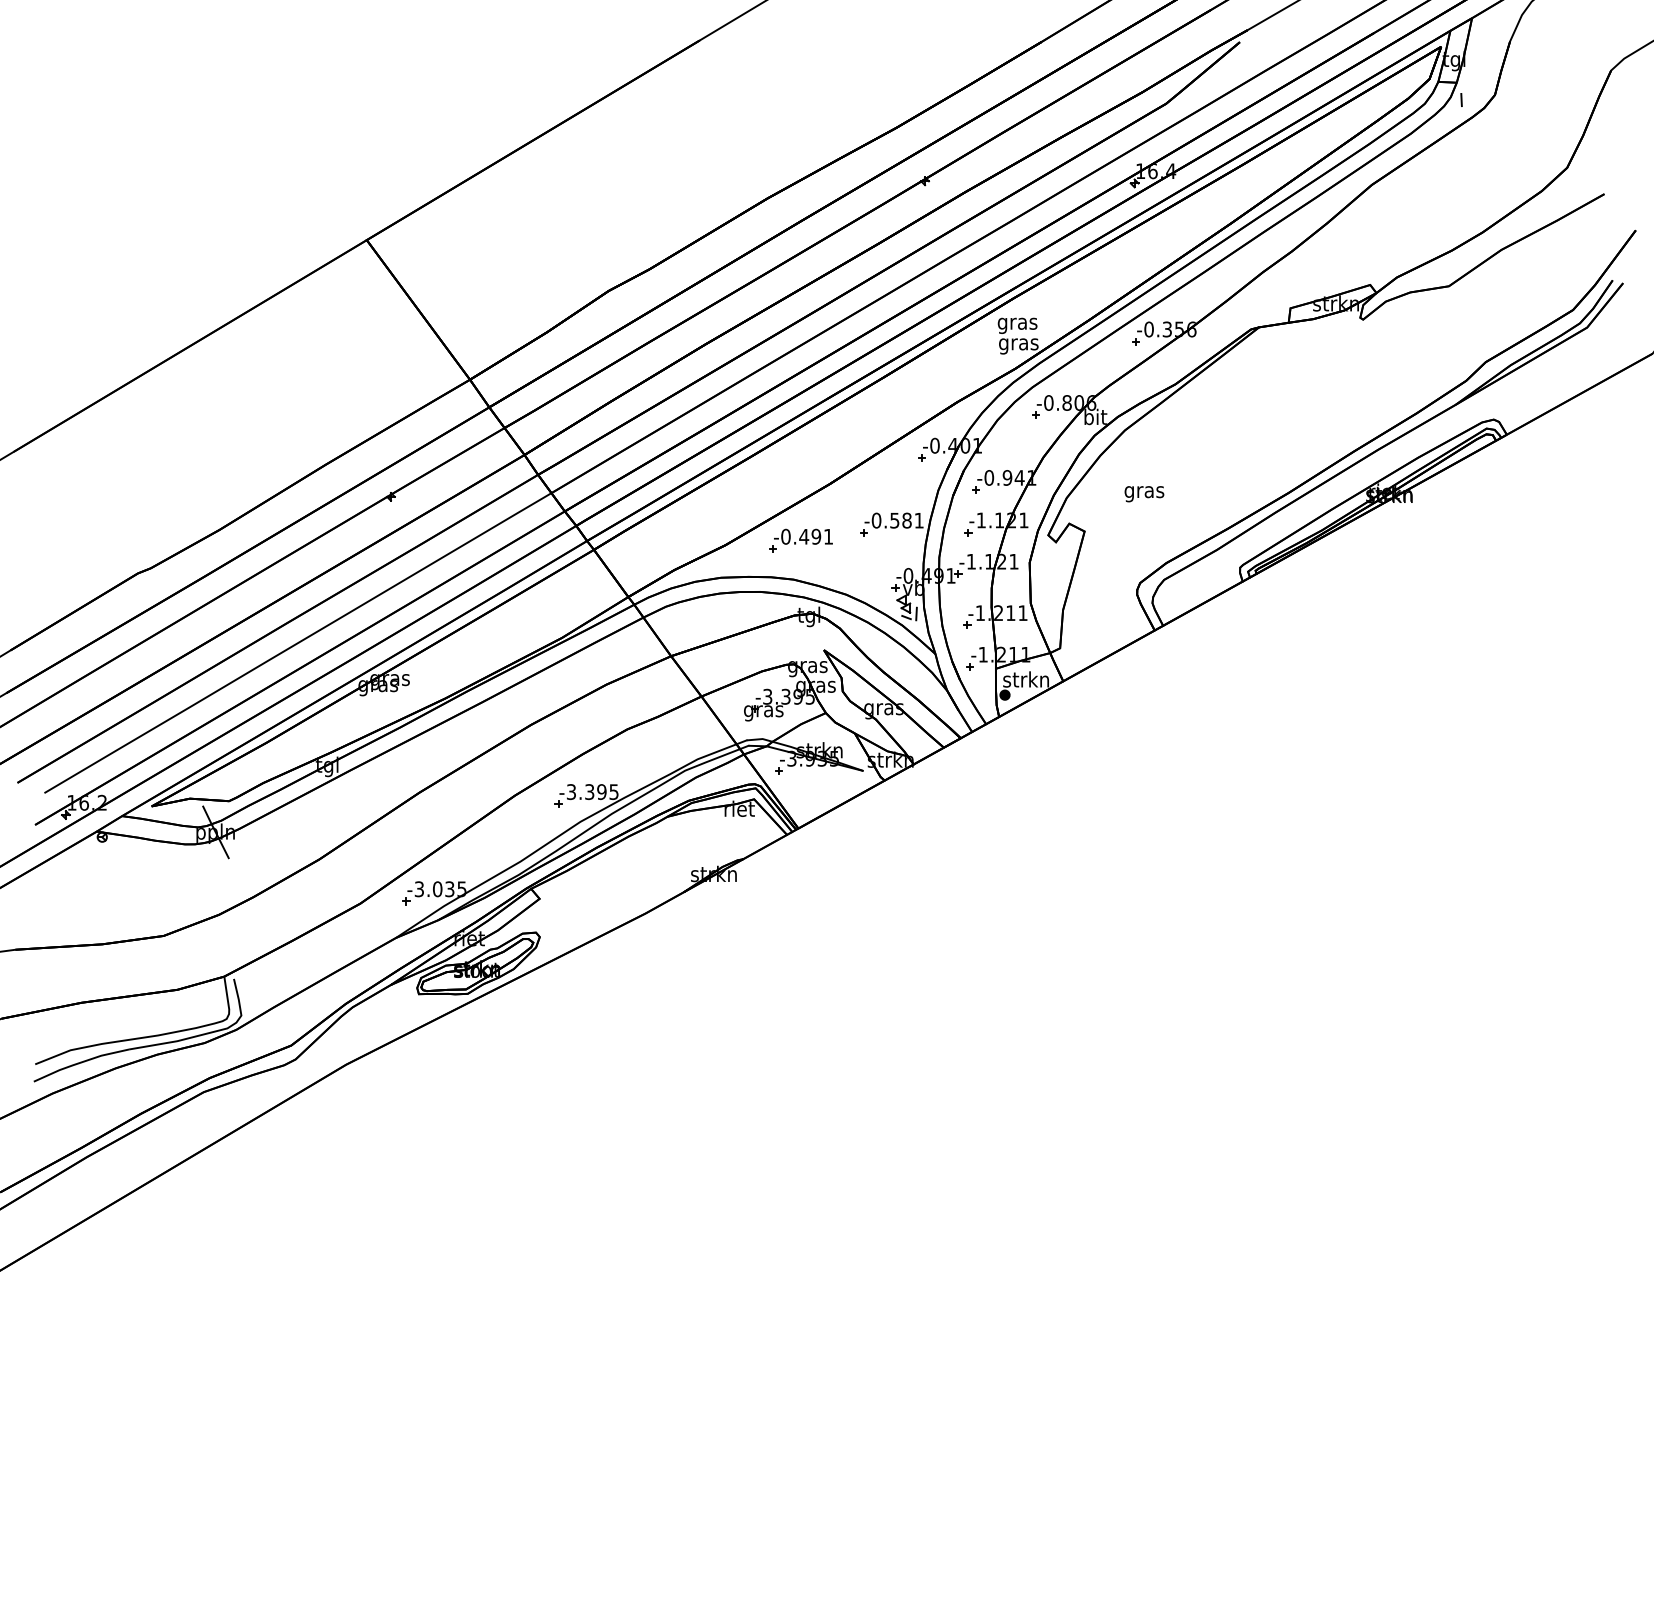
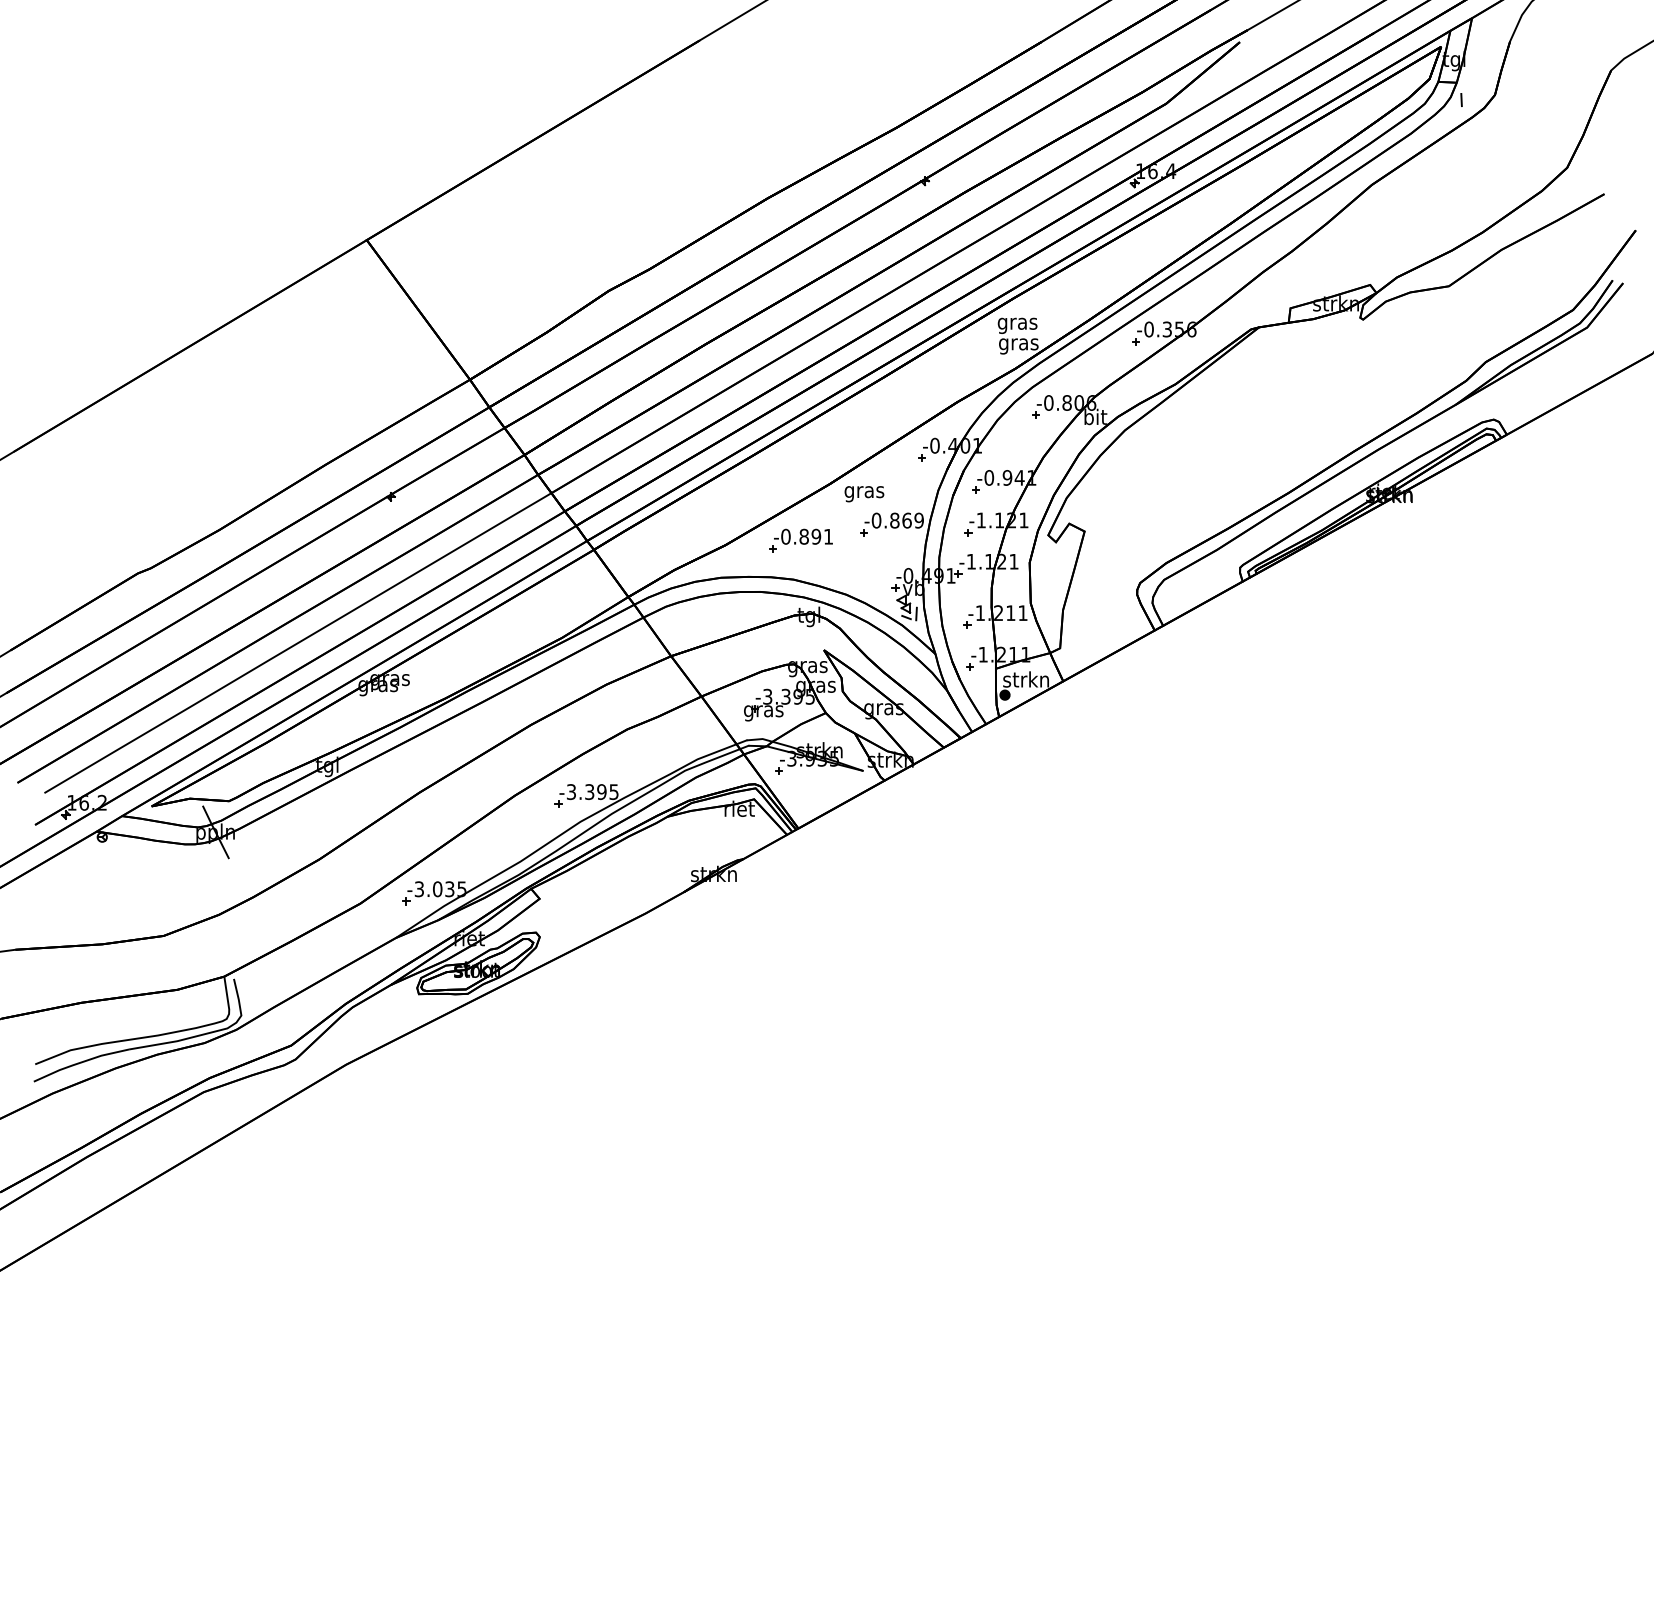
text at (1144, 494) position: (1144, 494) -> (864, 494)
text at (906, 520): -0.581 -> -0.869
text at (804, 536): -0.491 -> -0.891
